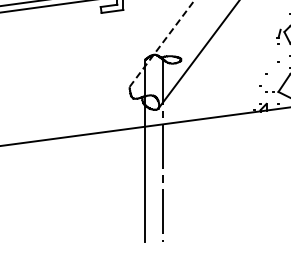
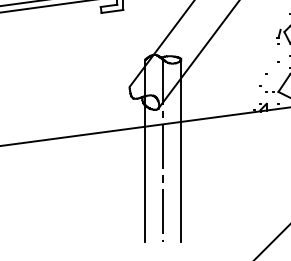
line at (162, 43): dashed -> solid
line at (181, 150): none -> present
line at (271, 241): none -> present
